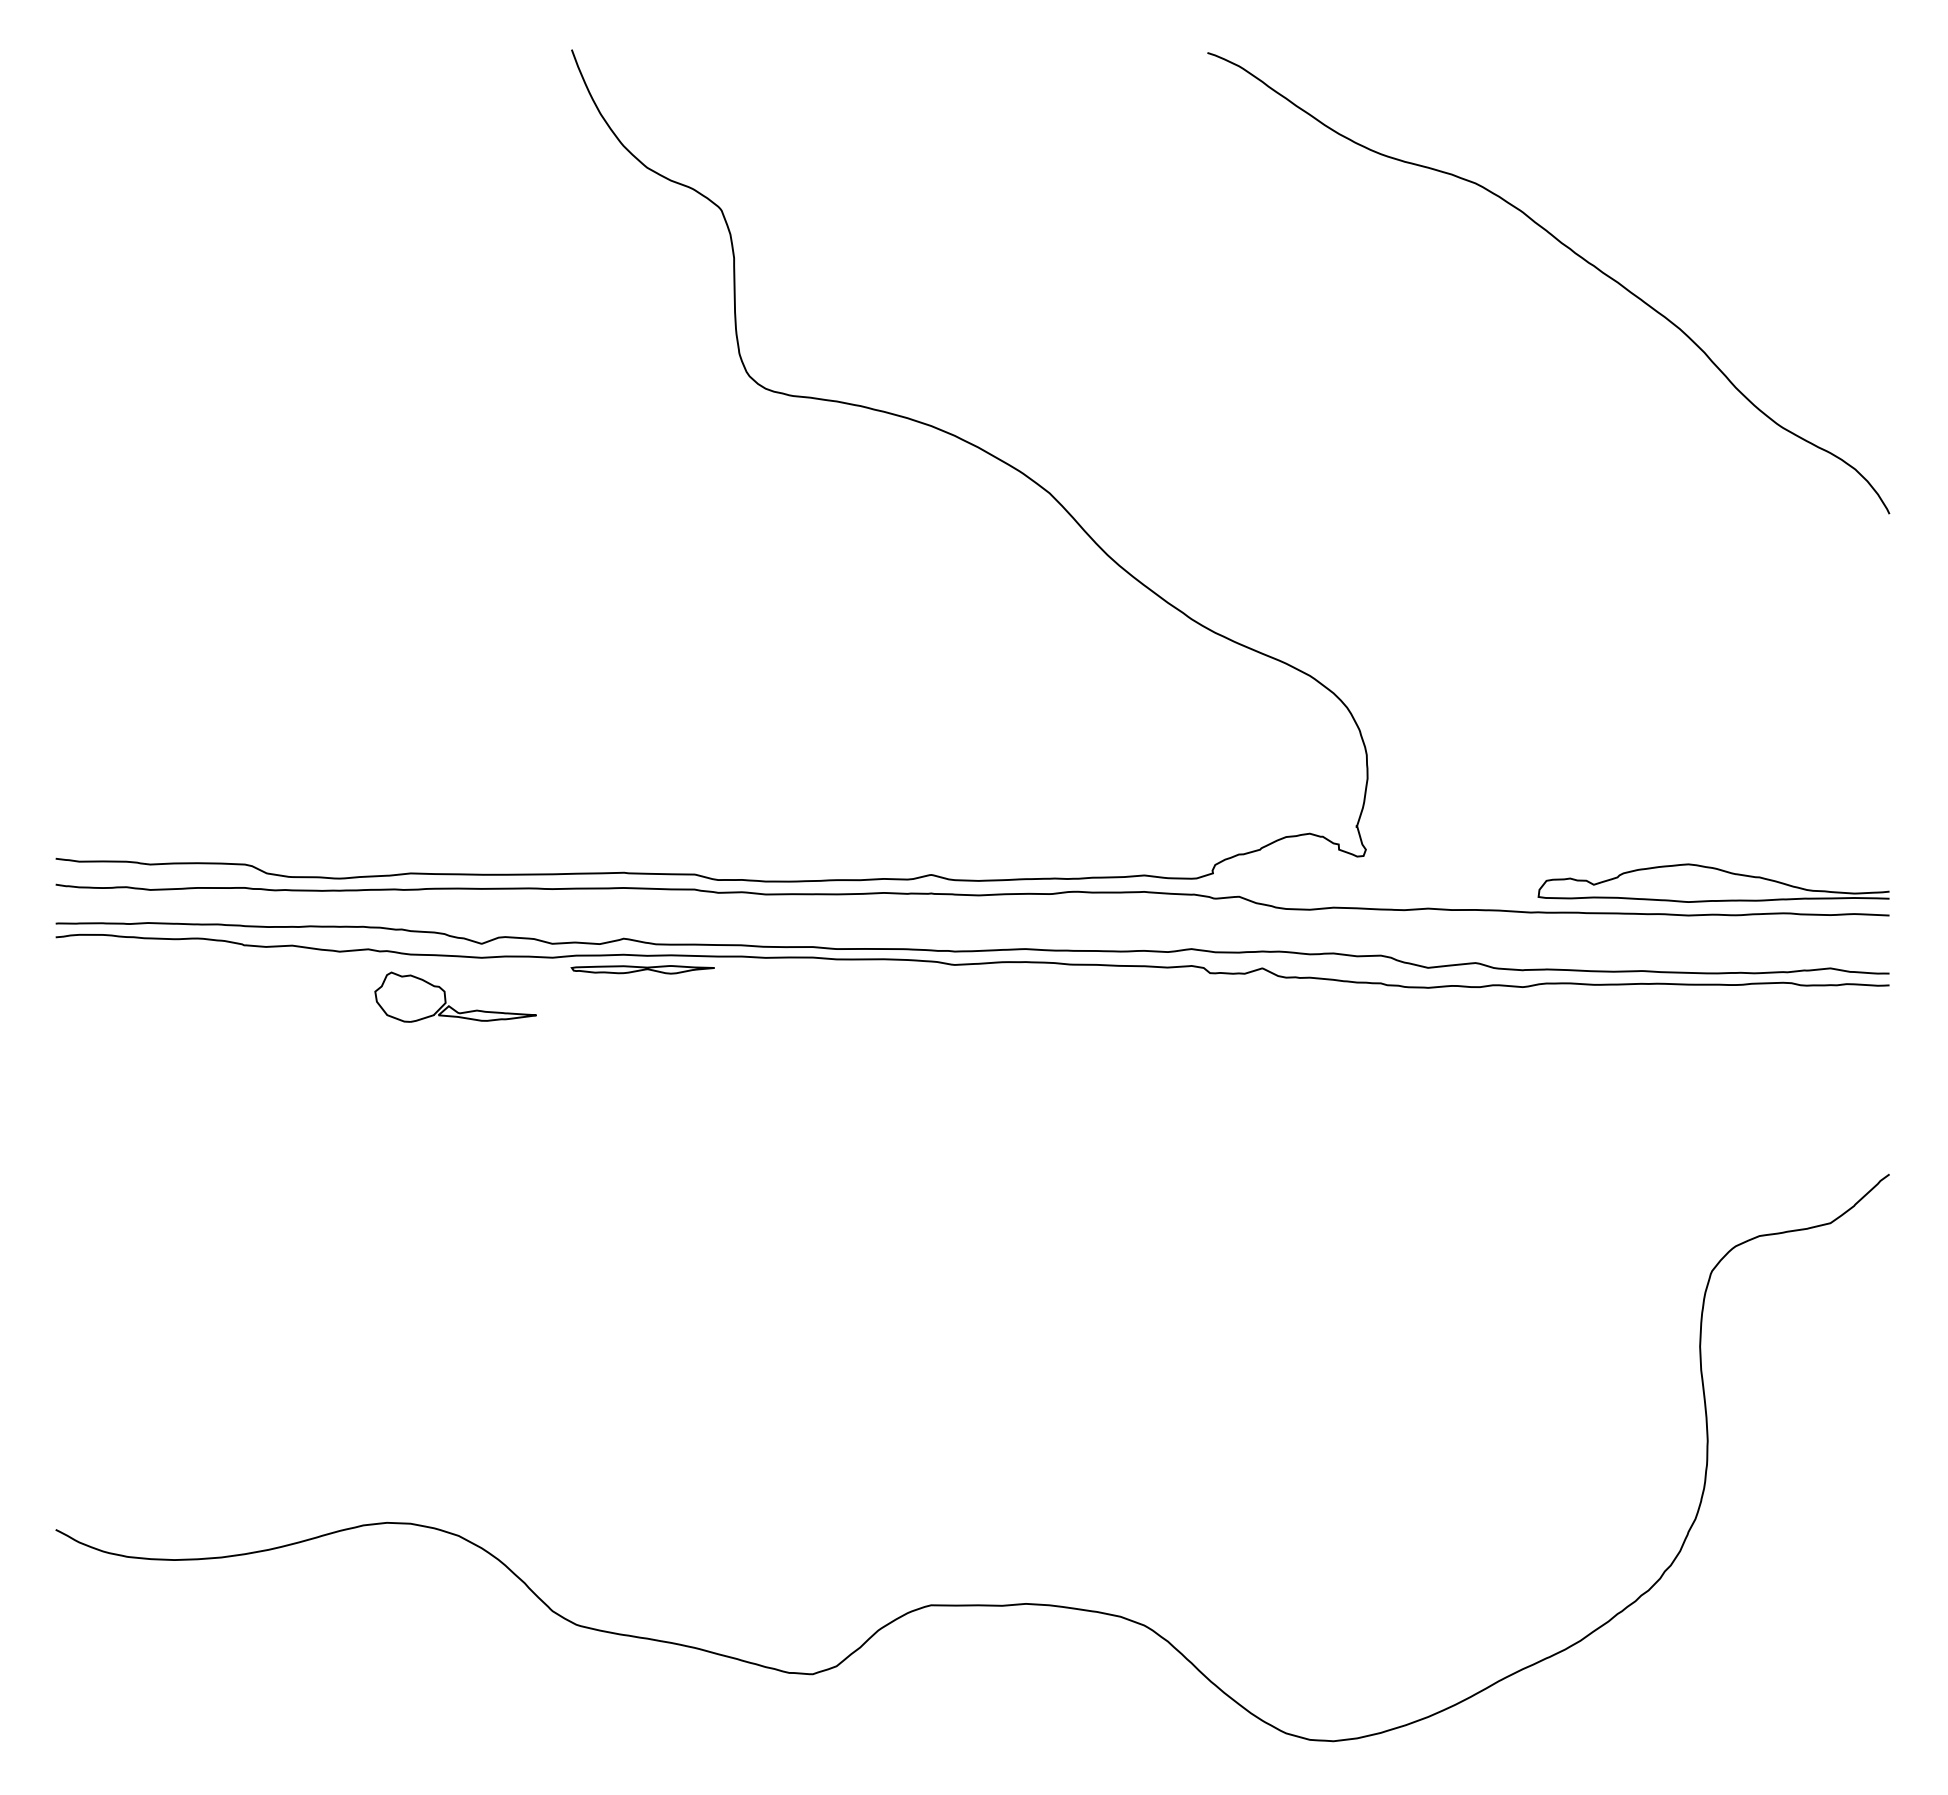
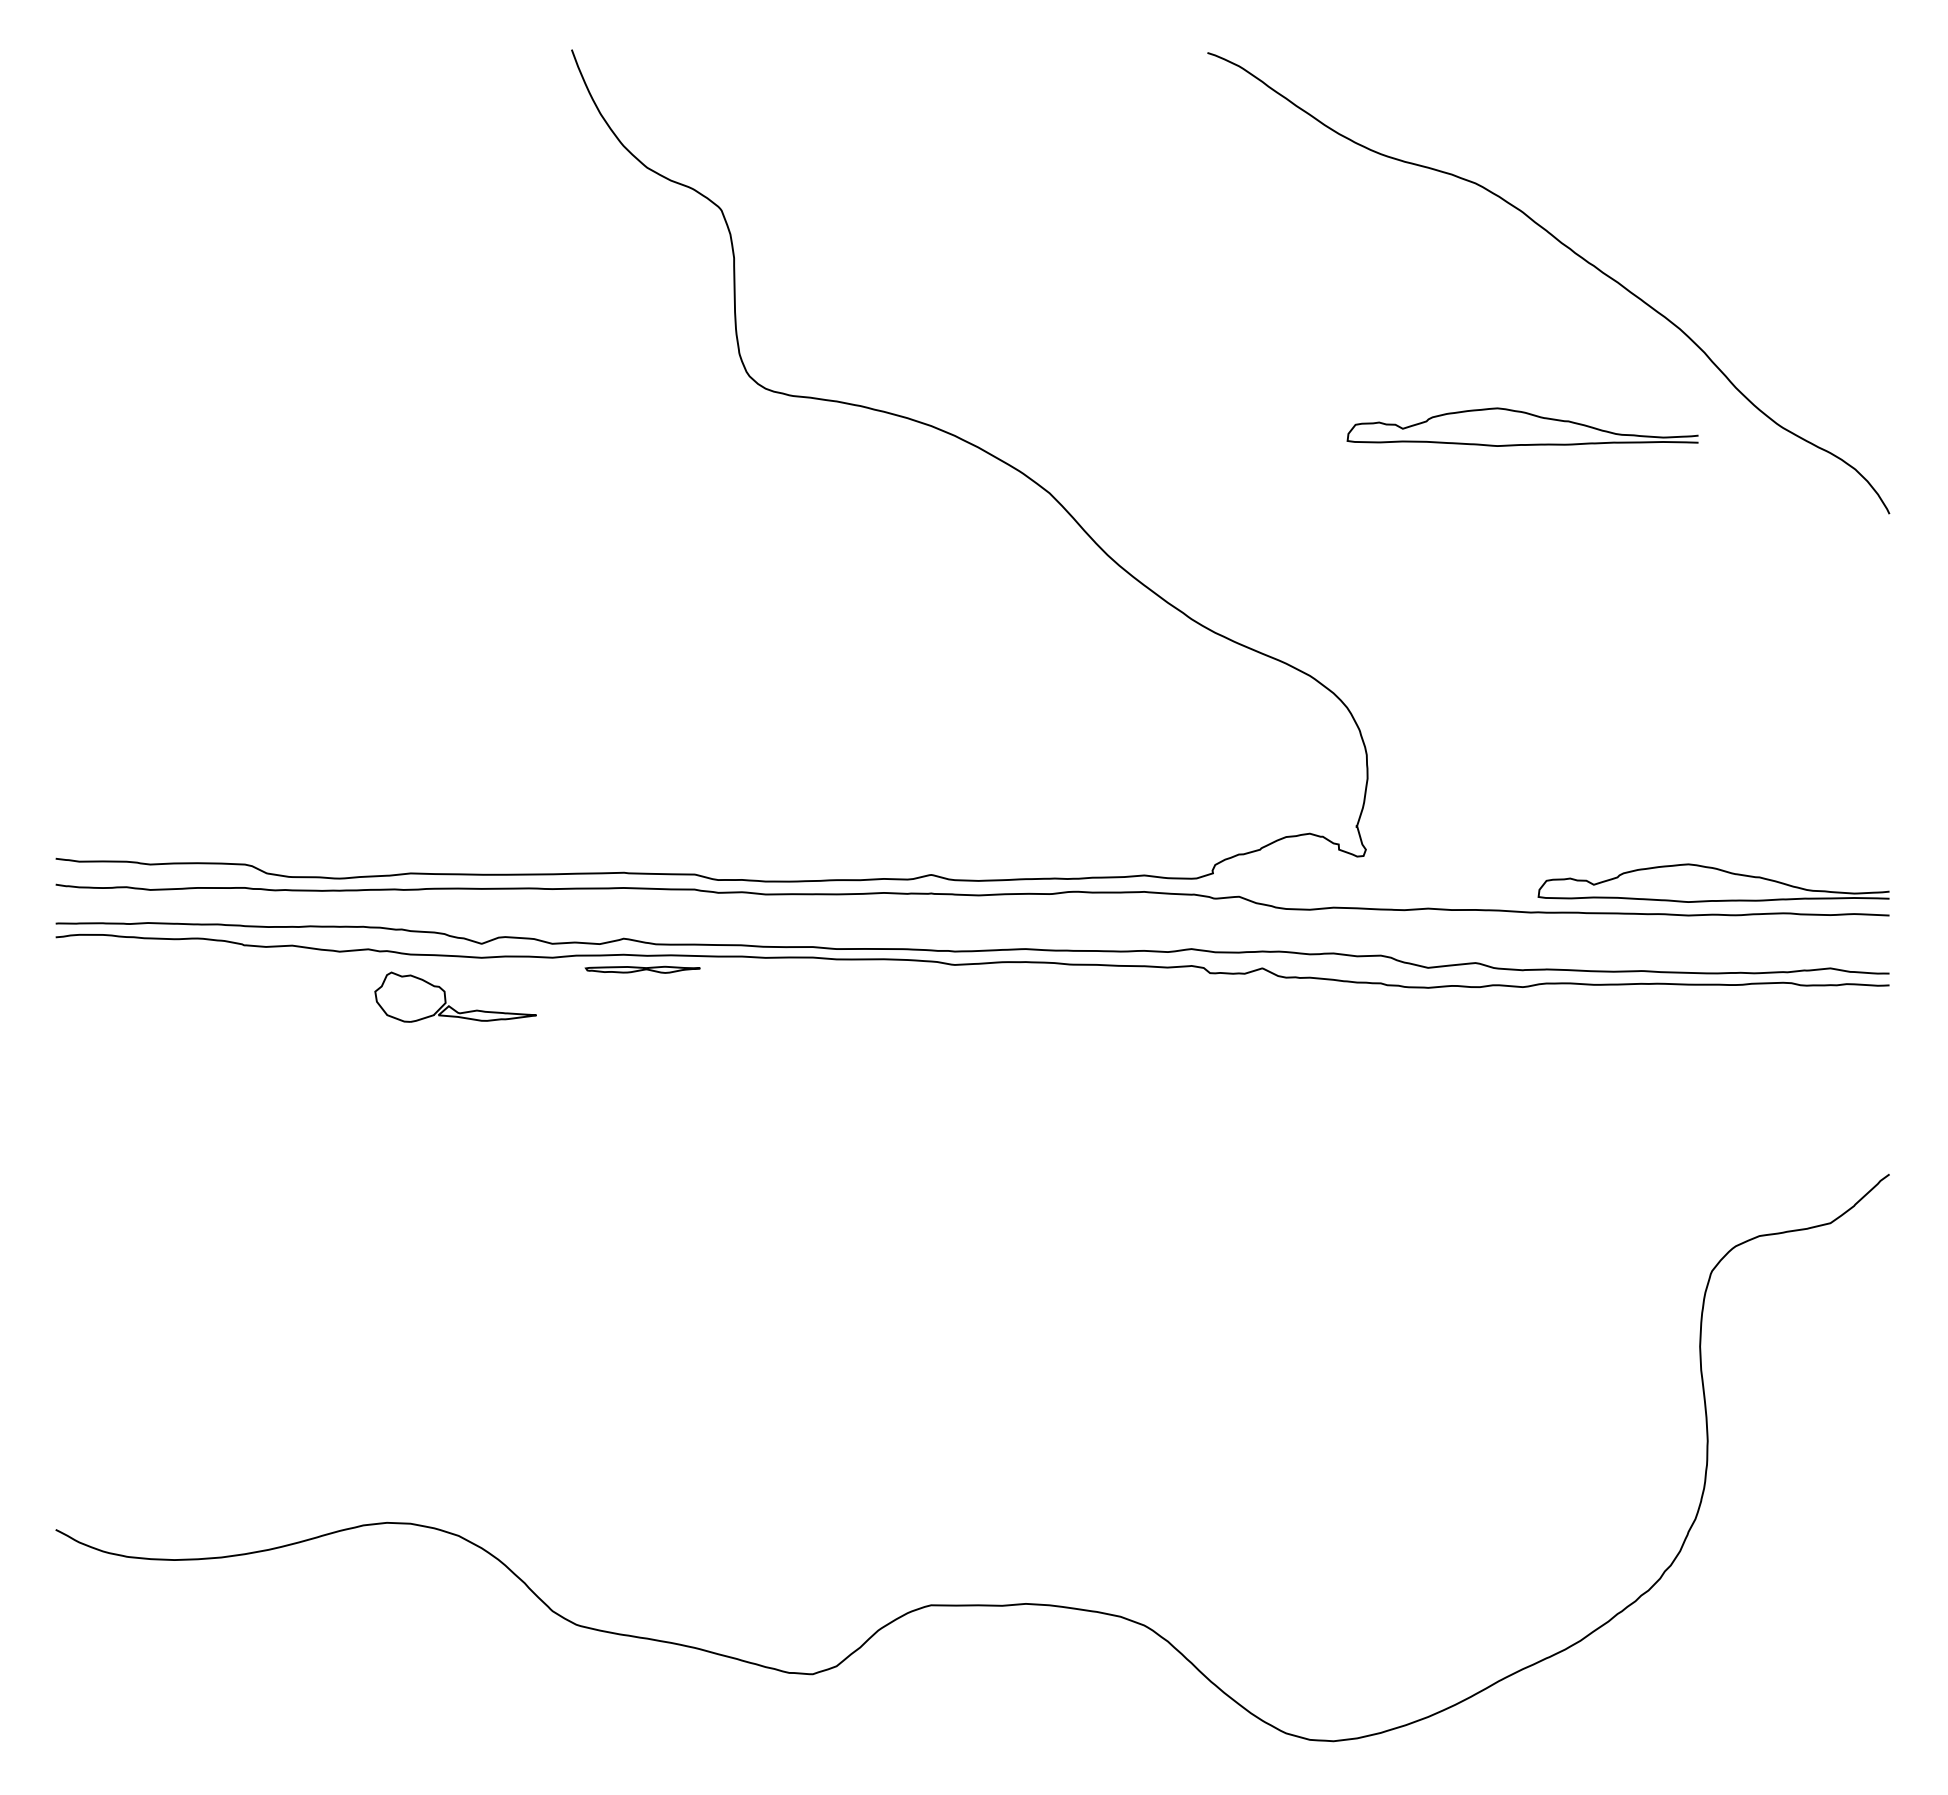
curve at (1526, 414): none -> present
part at (642, 969) size: 145x10 px -> 117x9 px
